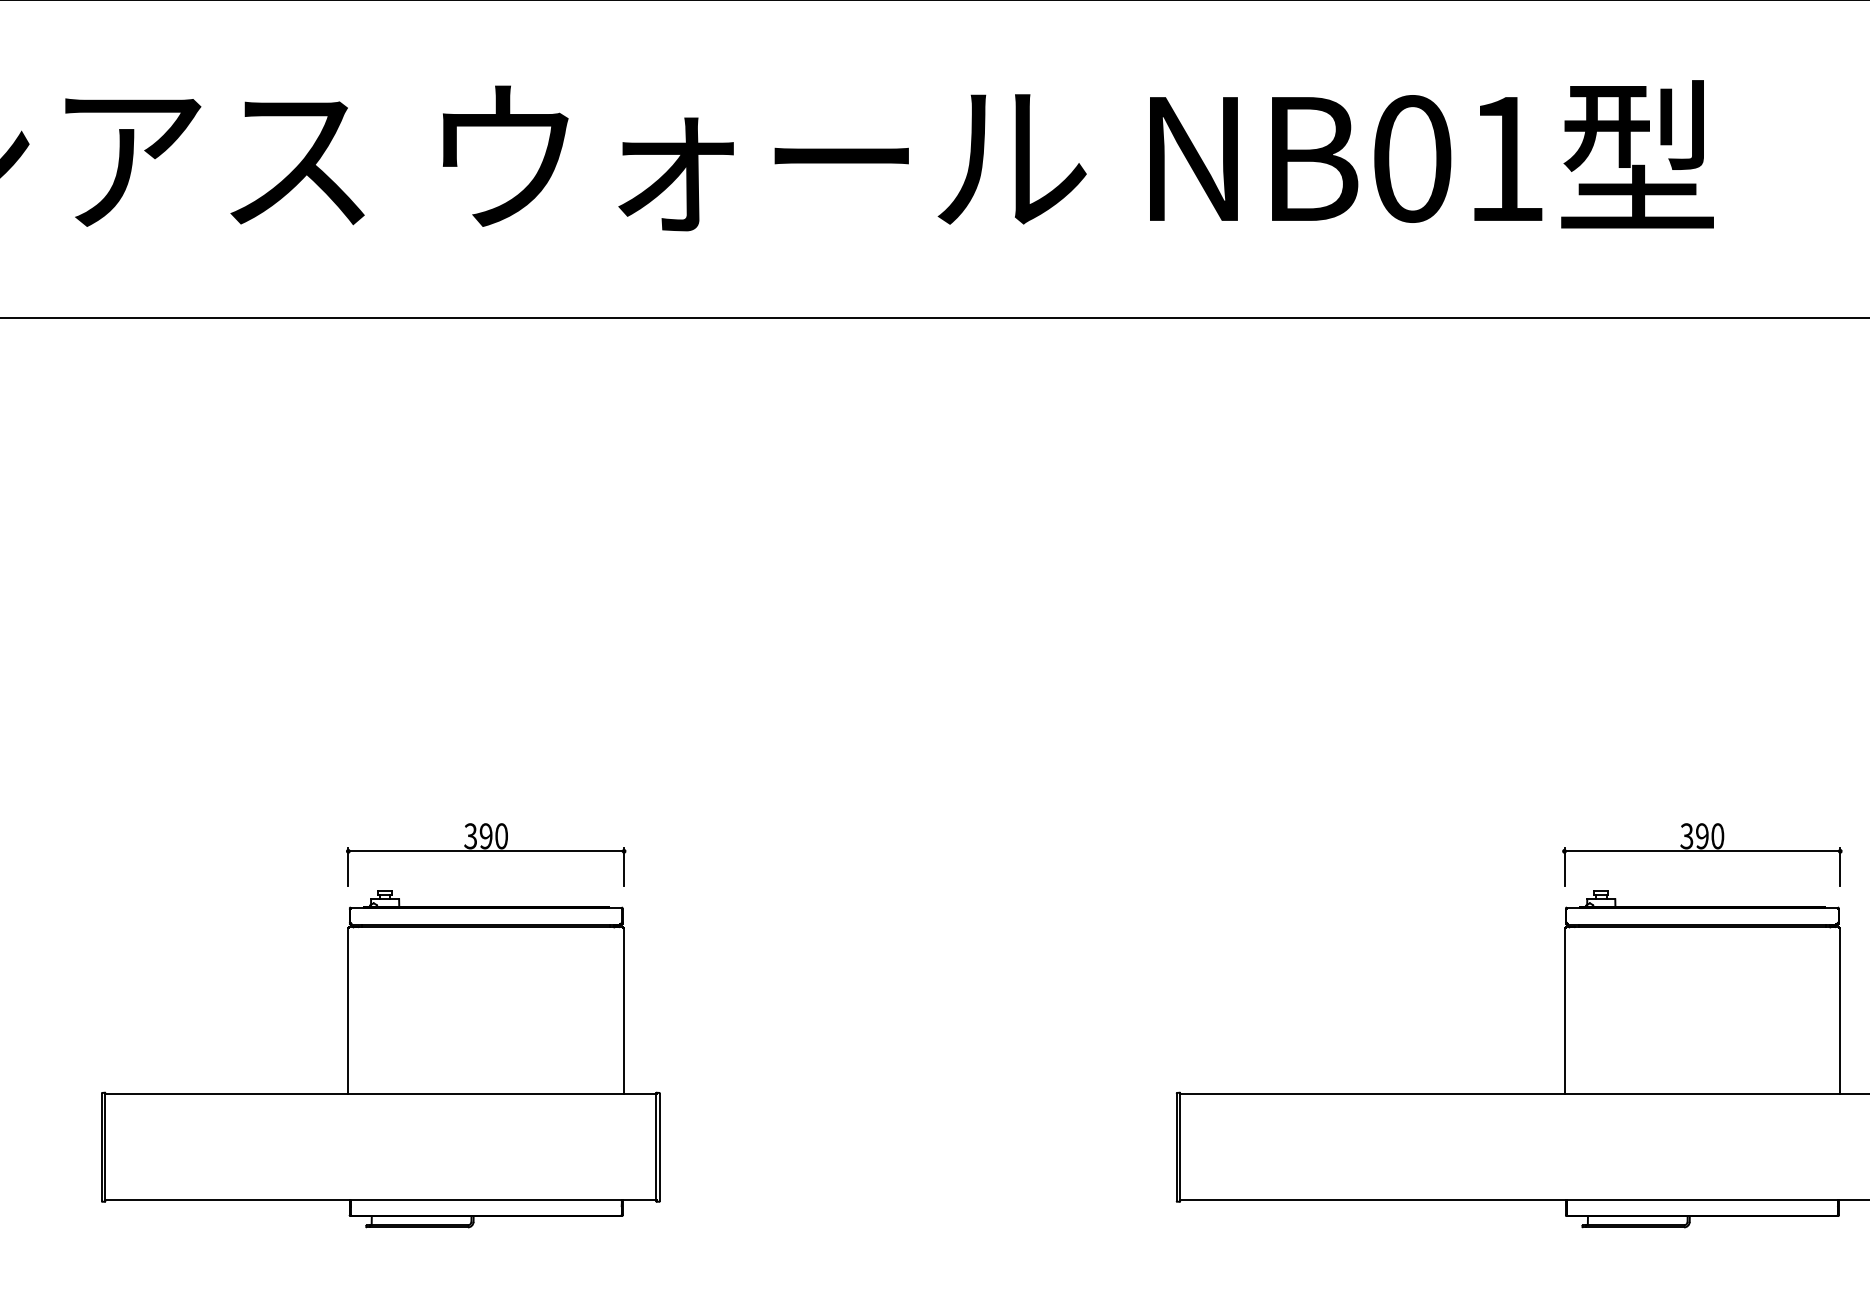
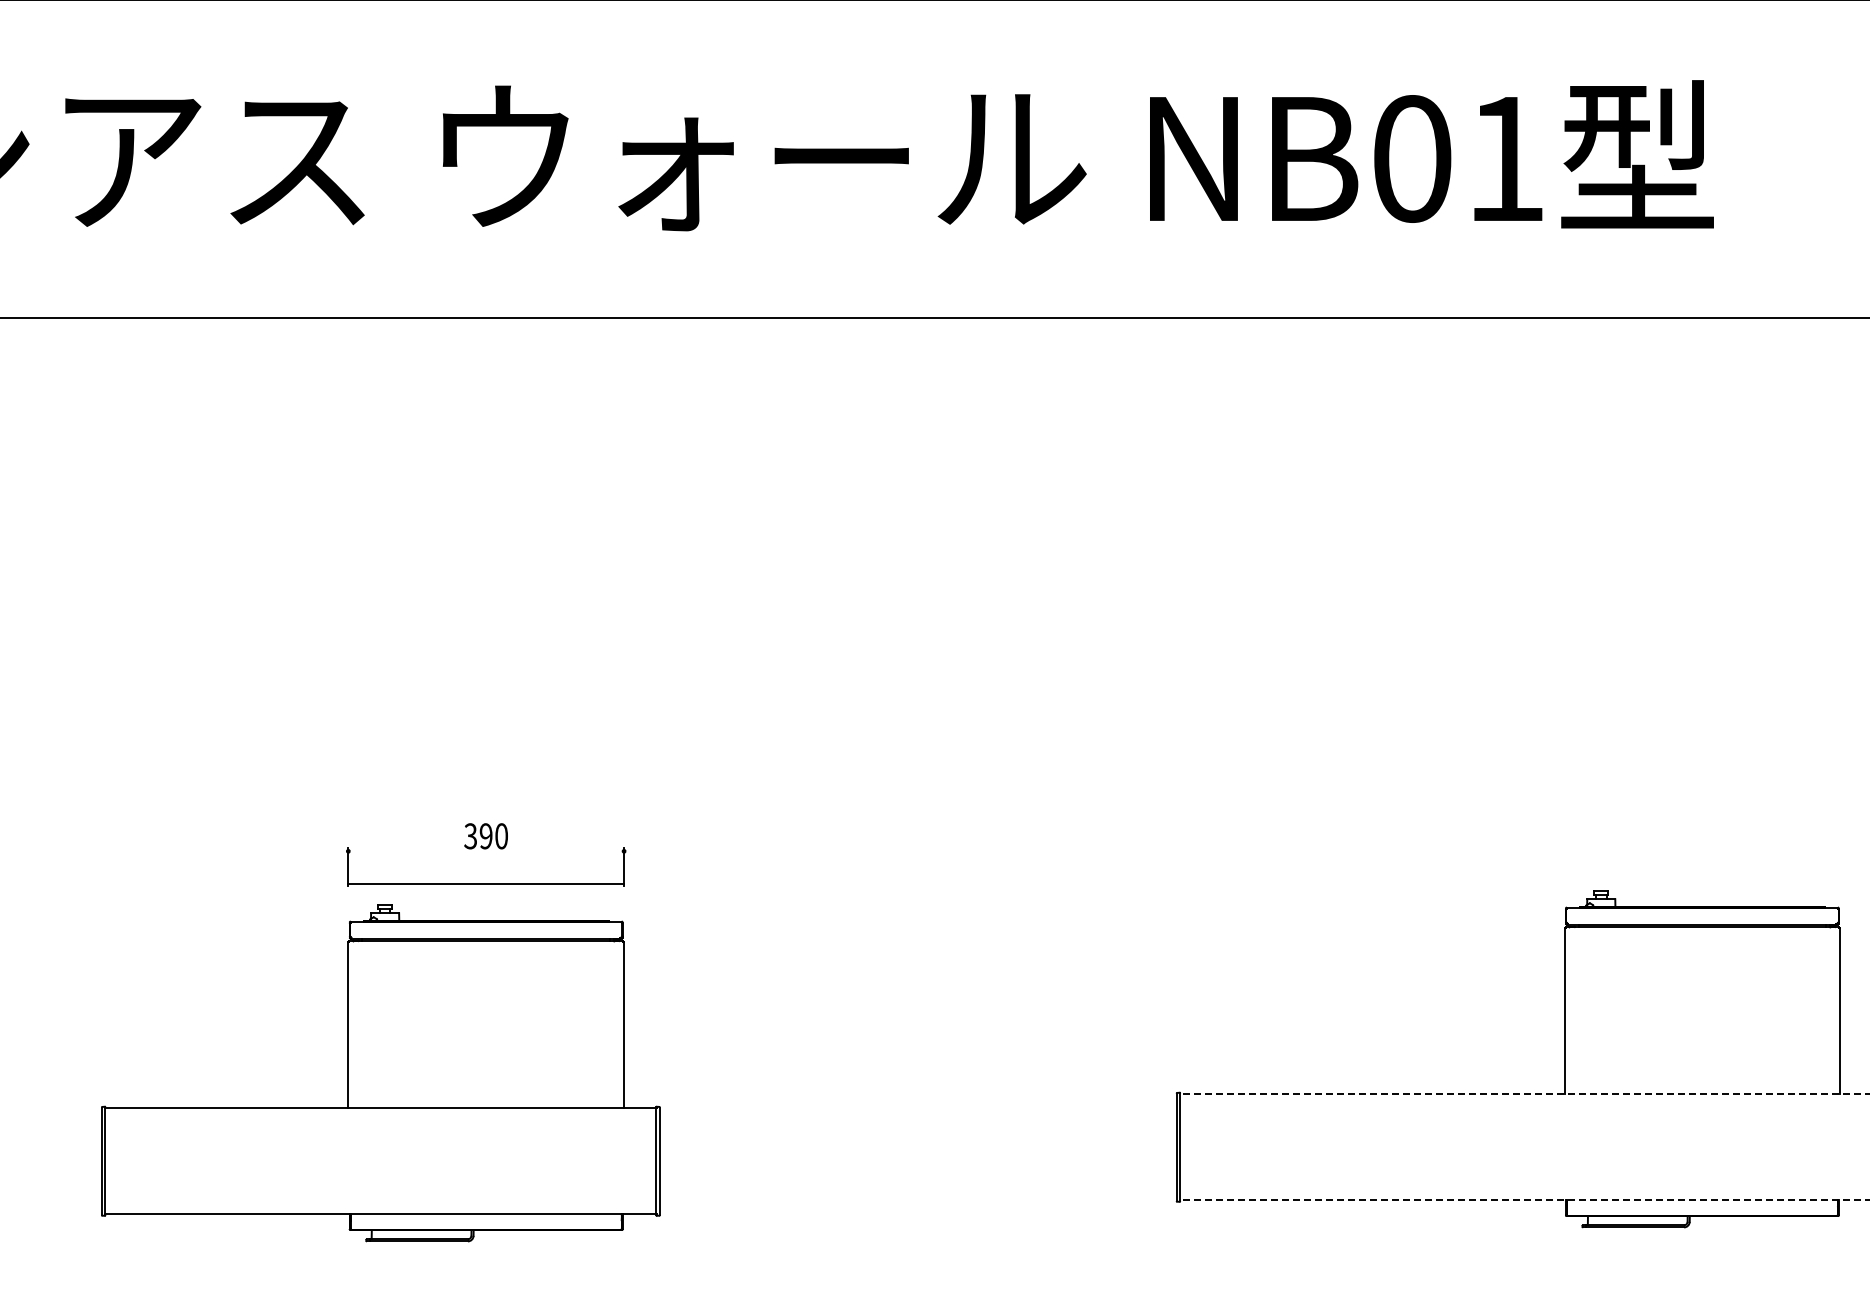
line at (486, 851) position: (486, 851) -> (486, 884)
part at (1702, 854): present -> none
part at (380, 1059) position: (380, 1059) -> (380, 1073)
line at (1524, 1094): solid -> dashed
line at (1524, 1200): solid -> dashed
